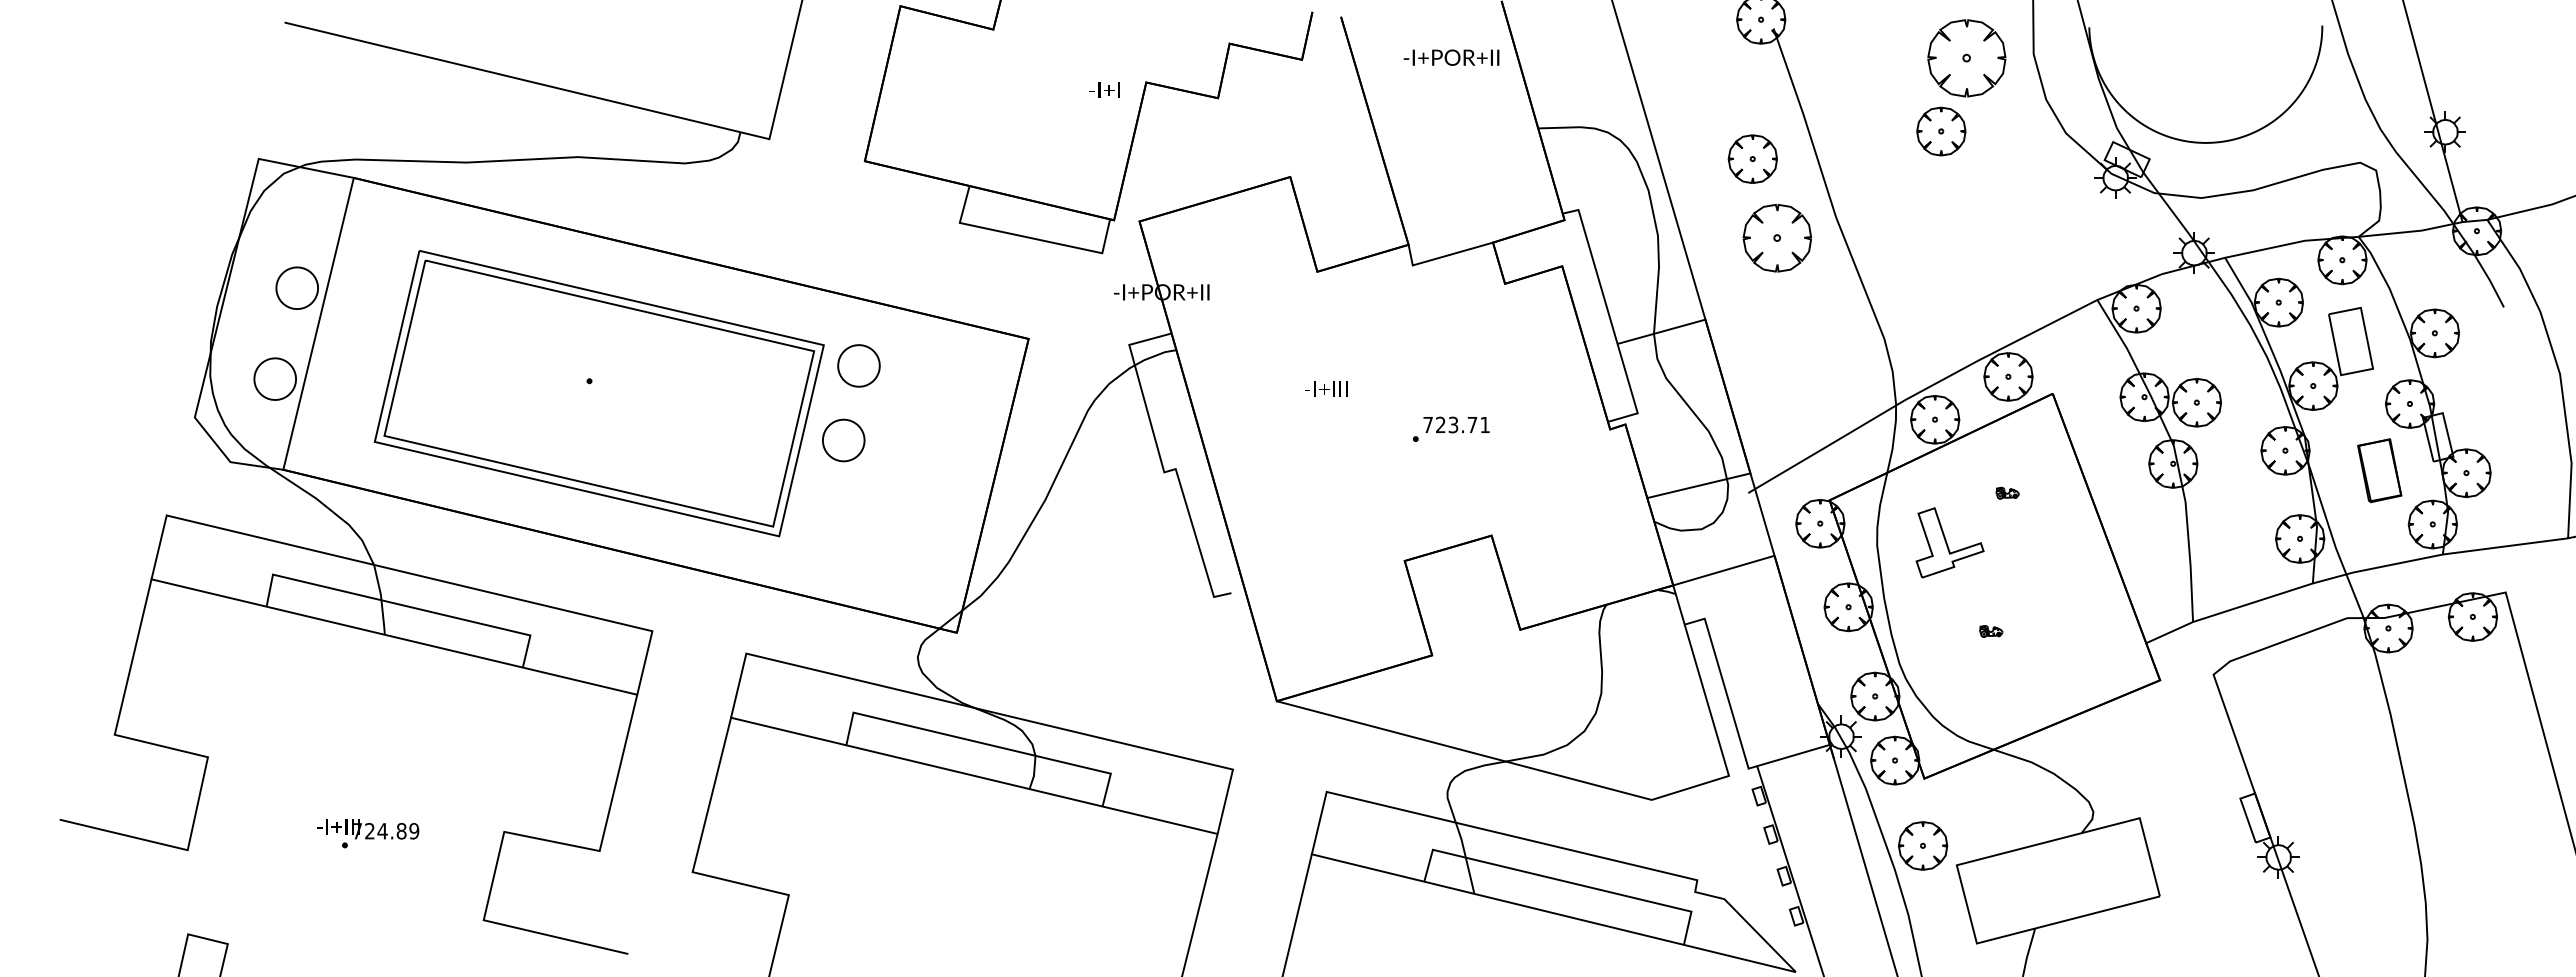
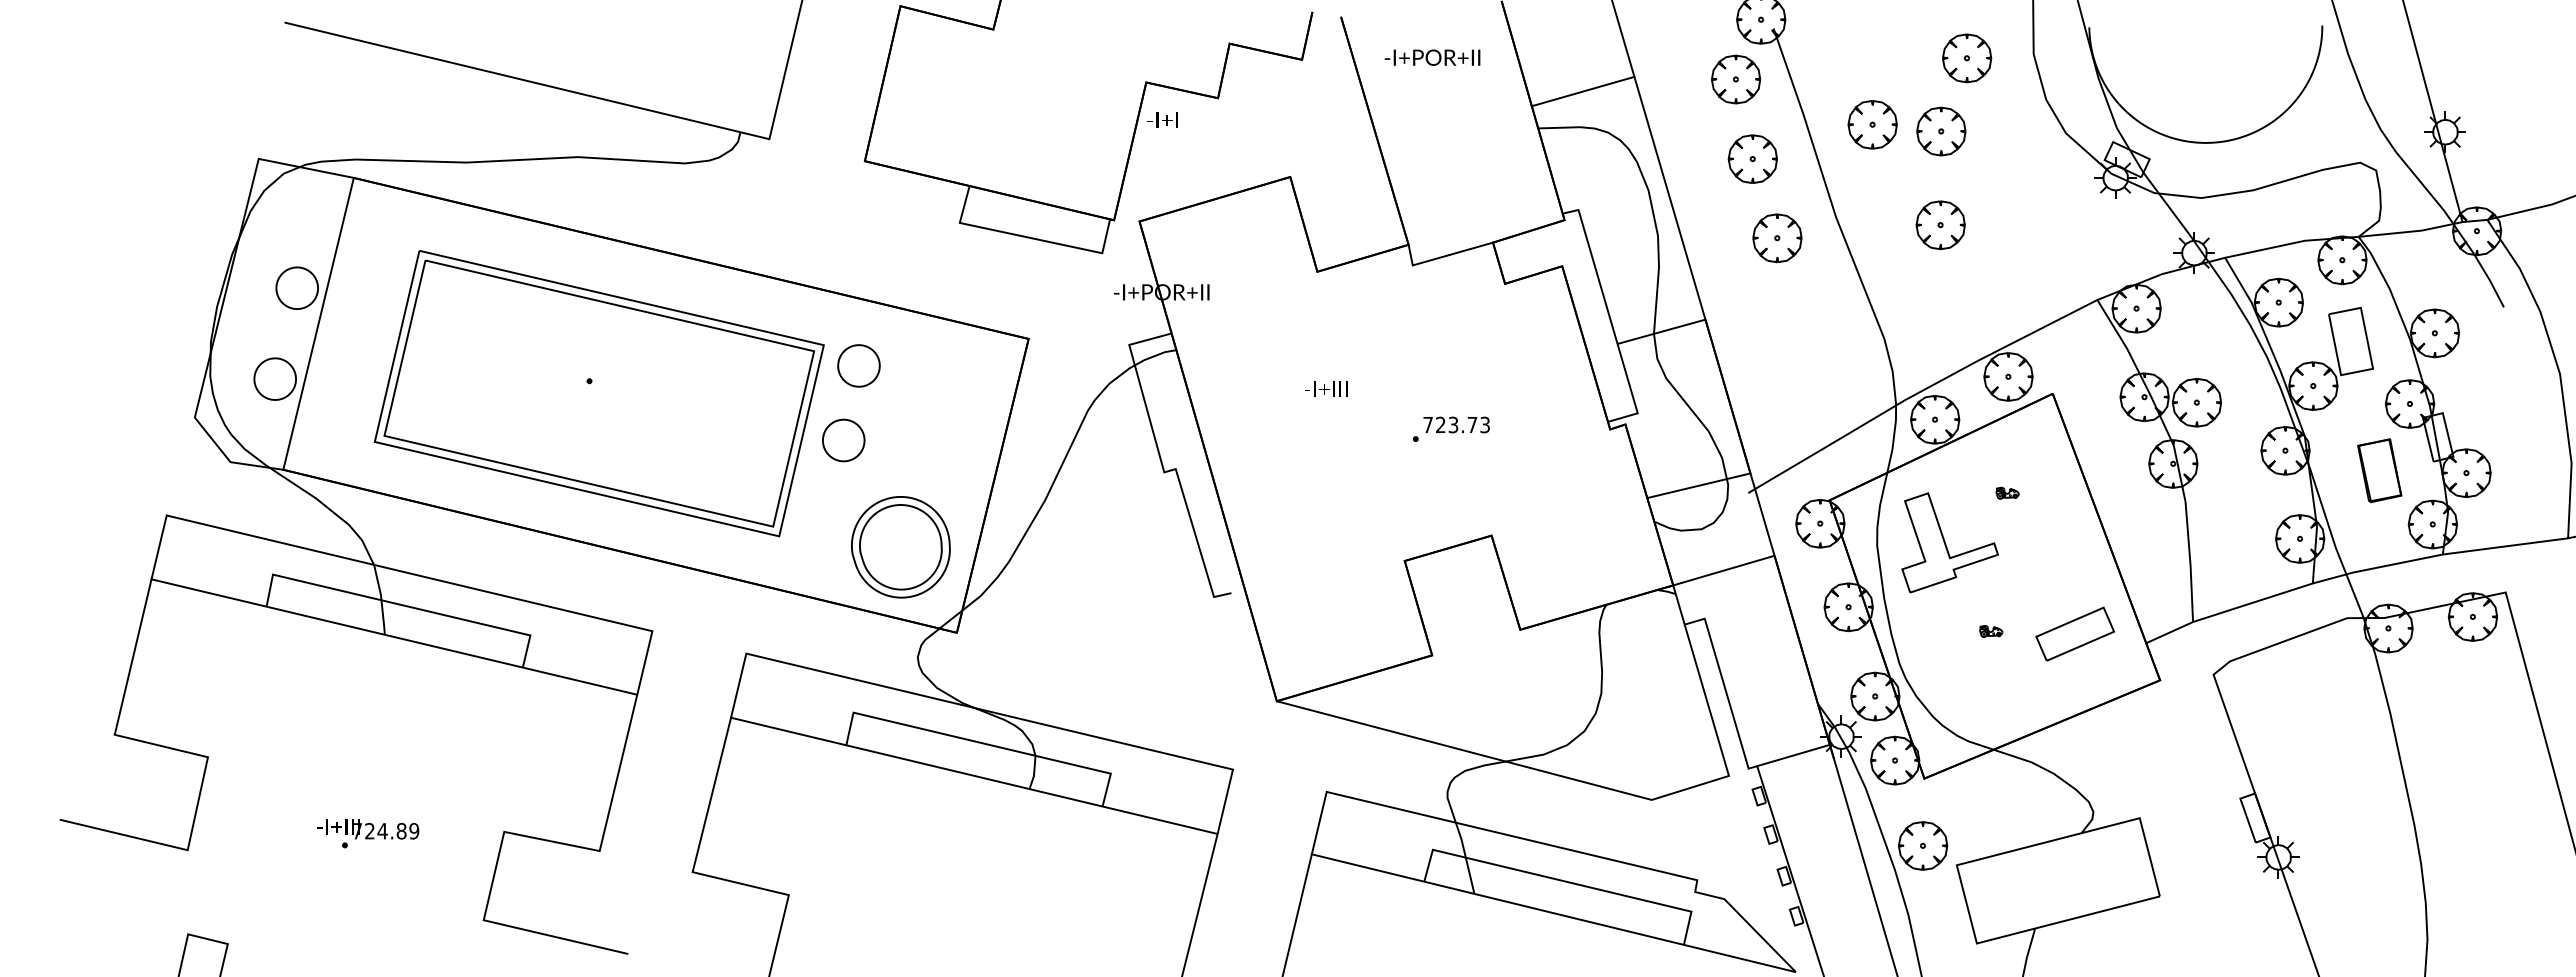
text at (1451, 57) position: (1451, 57) -> (1432, 57)
part at (1966, 58) size: 80x79 px -> 51x51 px
part at (1736, 79): none -> present
text at (1104, 89) position: (1104, 89) -> (1162, 119)
line at (1582, 91): none -> present
part at (1872, 124): none -> present
part at (1940, 225): none -> present
part at (1777, 237) size: 71x70 px -> 51x51 px
text at (1484, 424): 723.71 -> 723.73
part at (1949, 542) size: 70x72 px -> 98x102 px
part at (900, 547): none -> present
part at (2074, 633): none -> present
